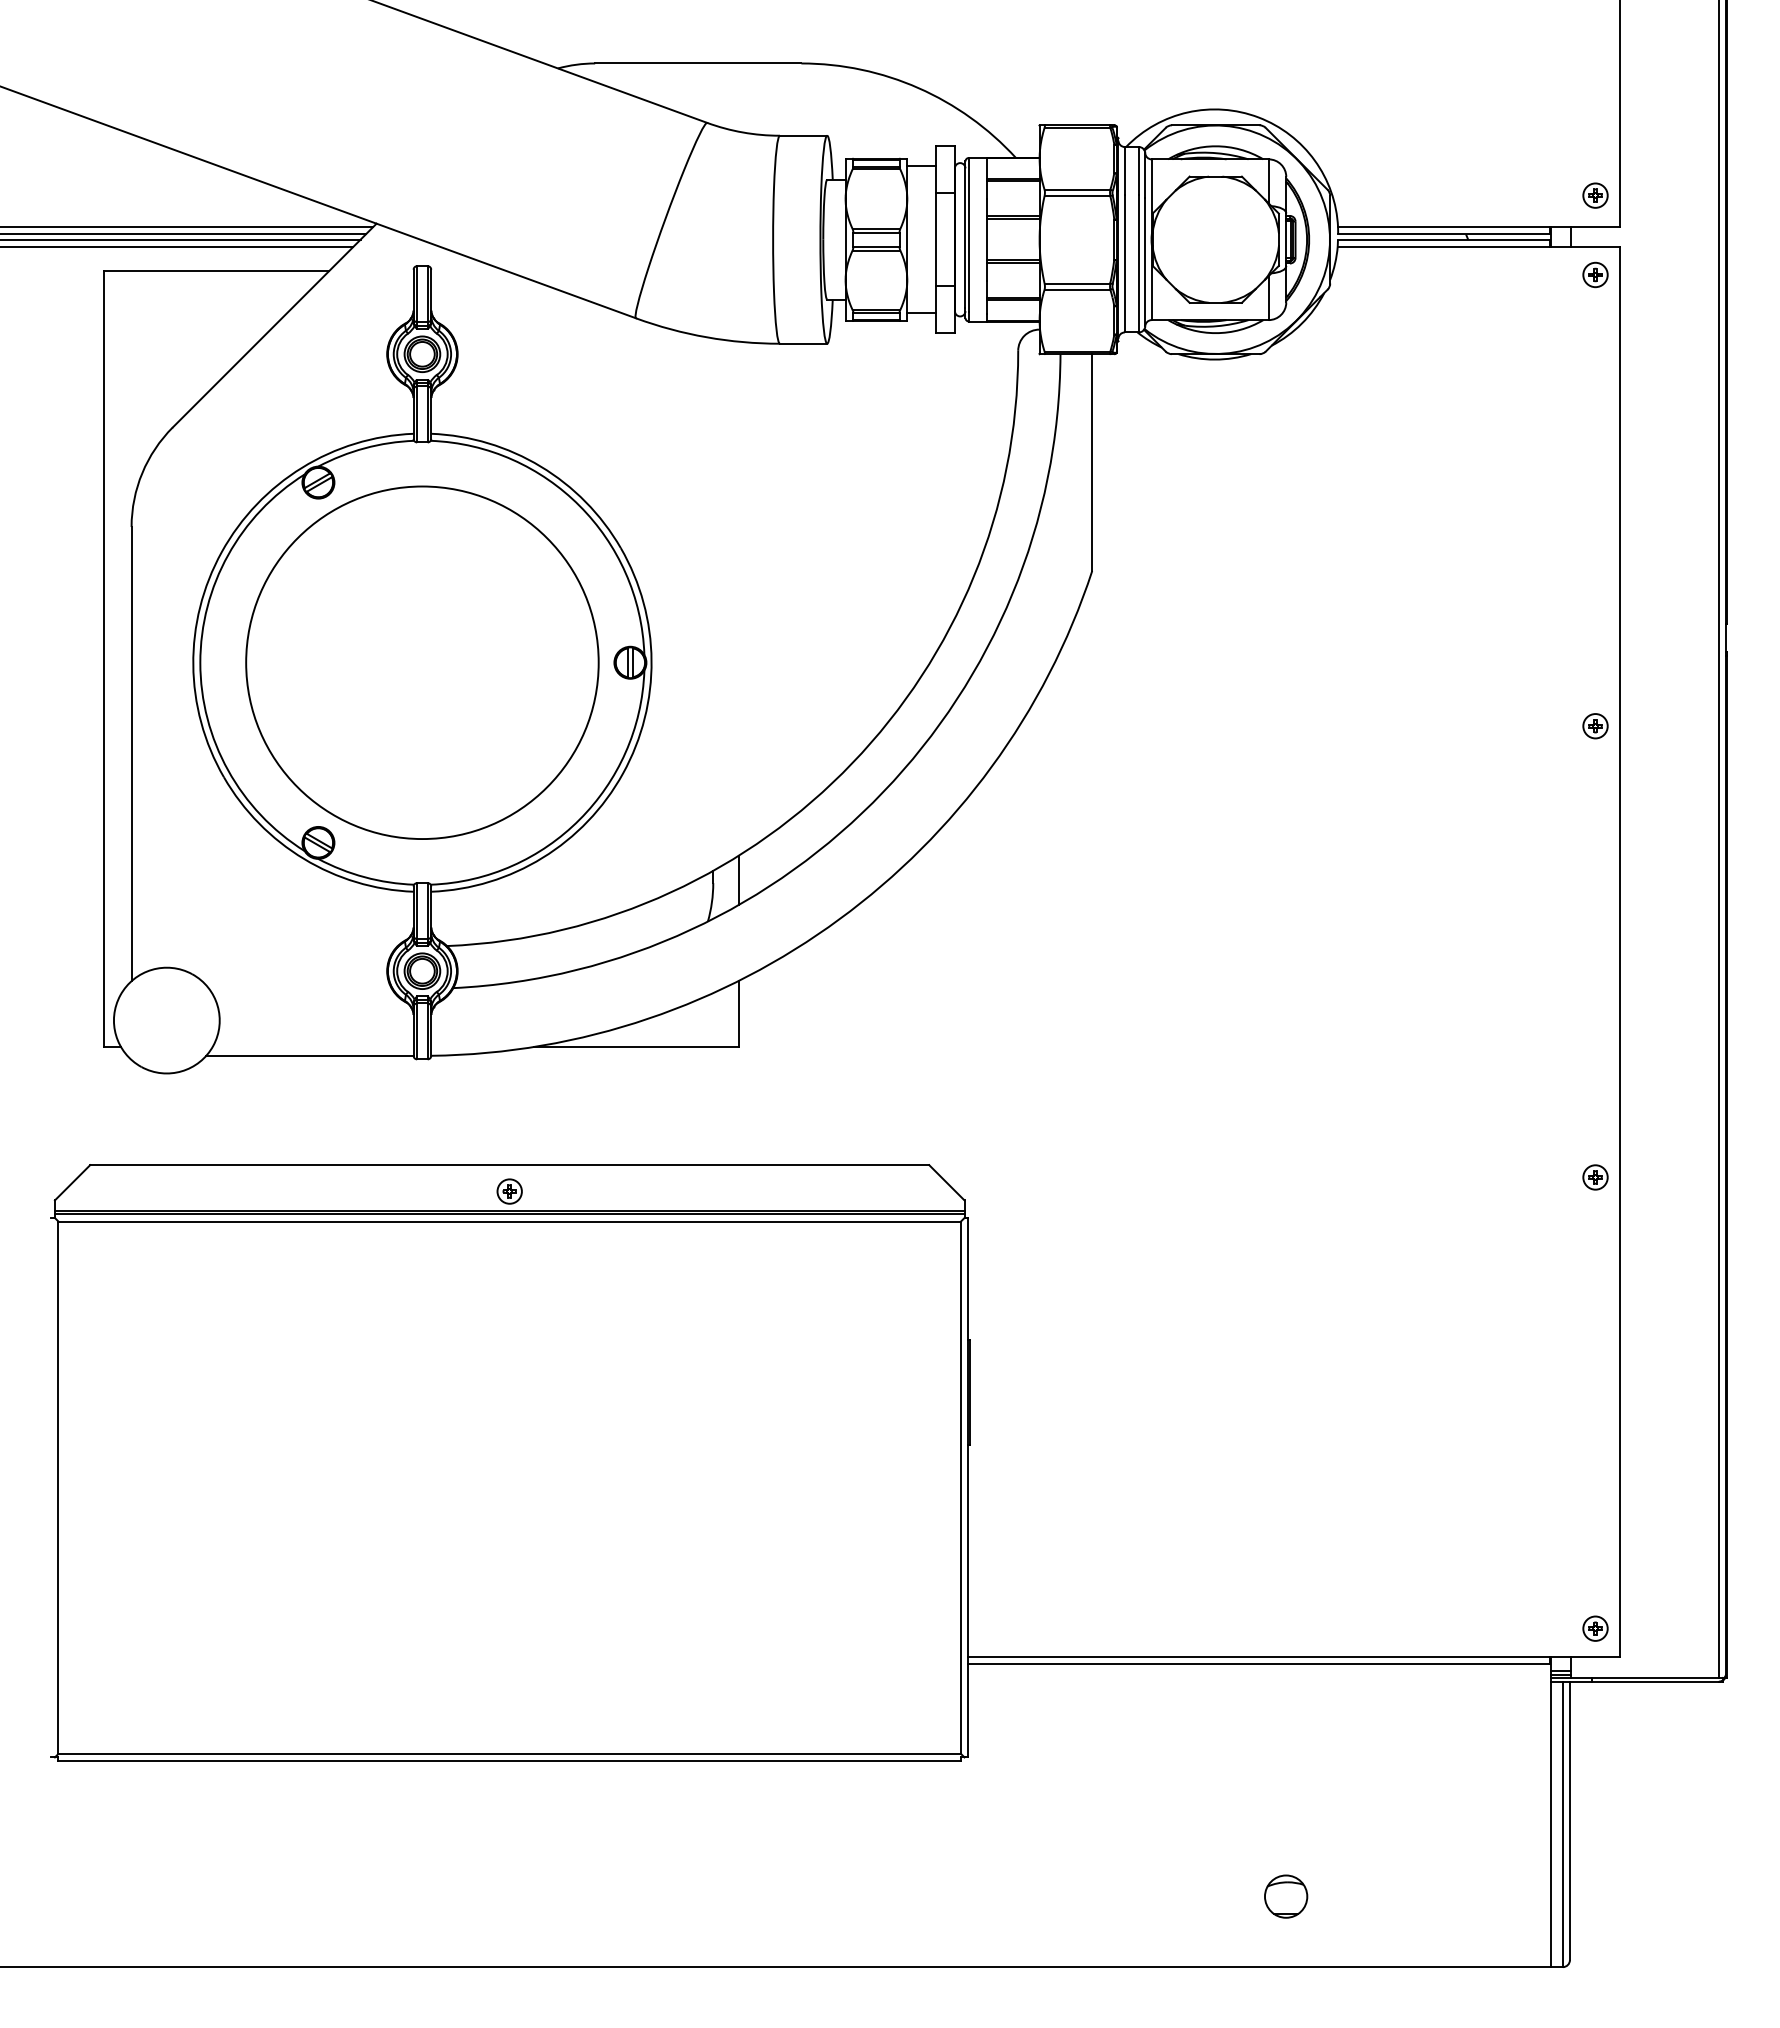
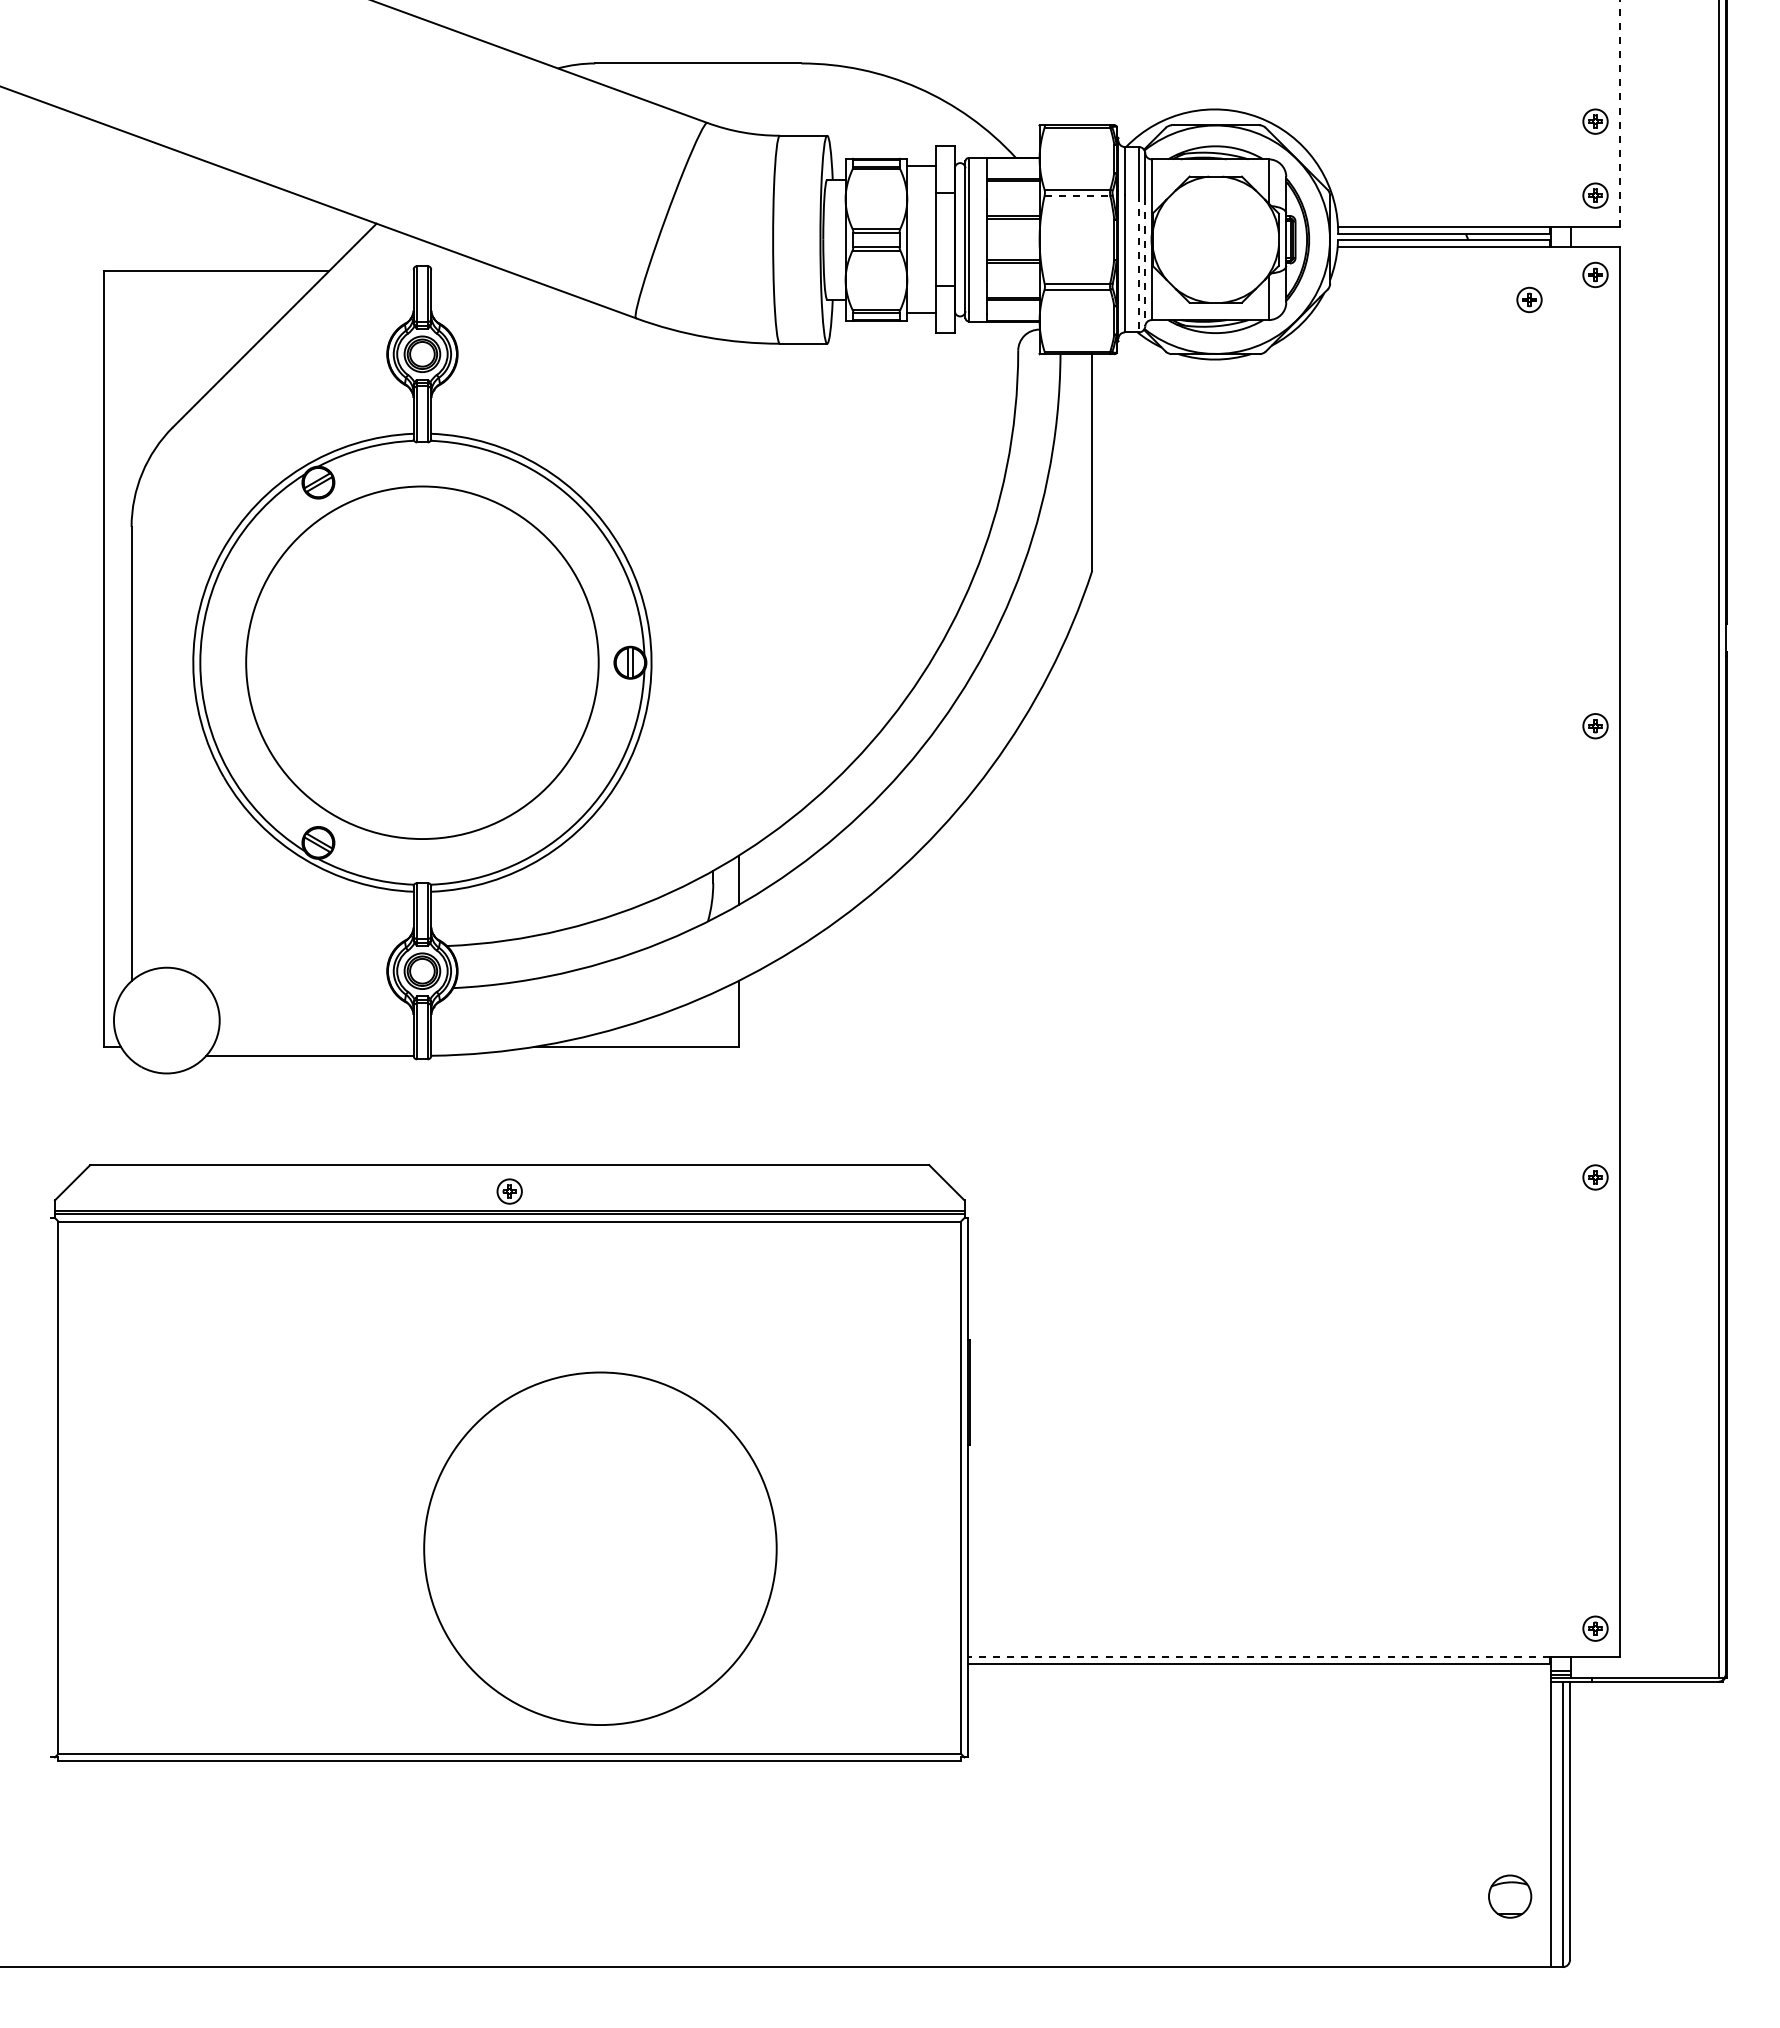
line at (1620, 113): solid -> dashed
part at (1595, 121): none -> present
line at (1077, 196): solid -> dashed
line at (187, 227): present -> none
line at (183, 234): present -> none
line at (181, 239): present -> none
line at (177, 246): present -> none
line at (1145, 262): solid -> dashed
line at (1138, 263): solid -> dashed
part at (1529, 299): none -> present
circle at (600, 1548): none -> present
line at (1258, 1656): solid -> dashed
part at (1286, 1896) position: (1286, 1896) -> (1510, 1896)
